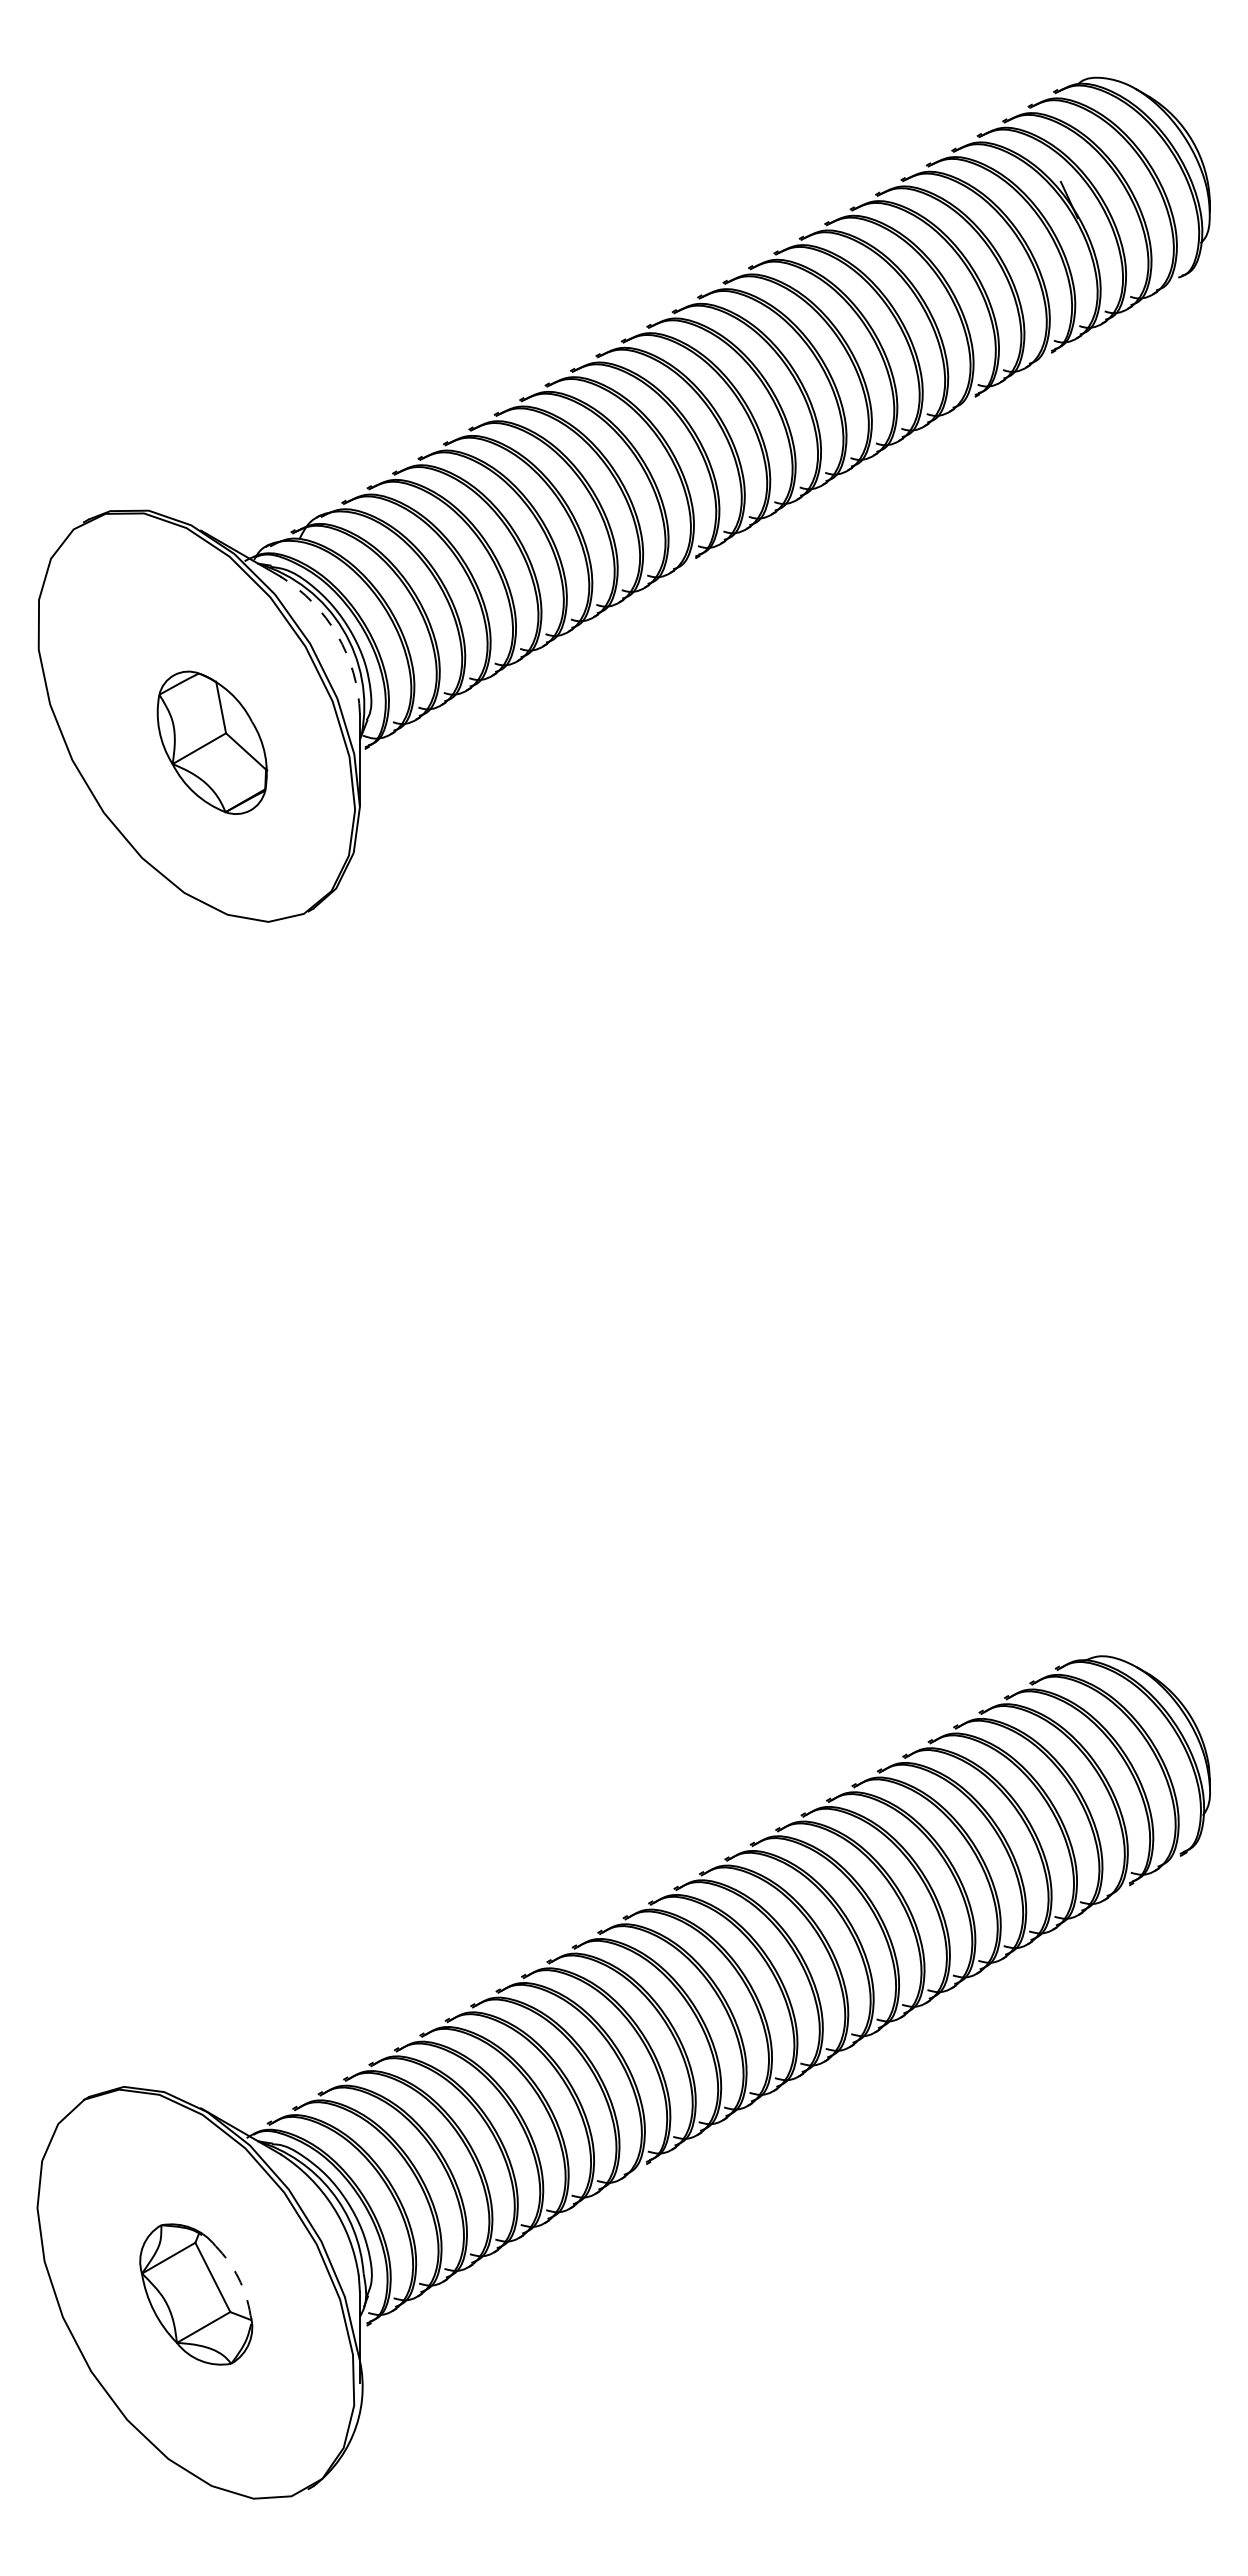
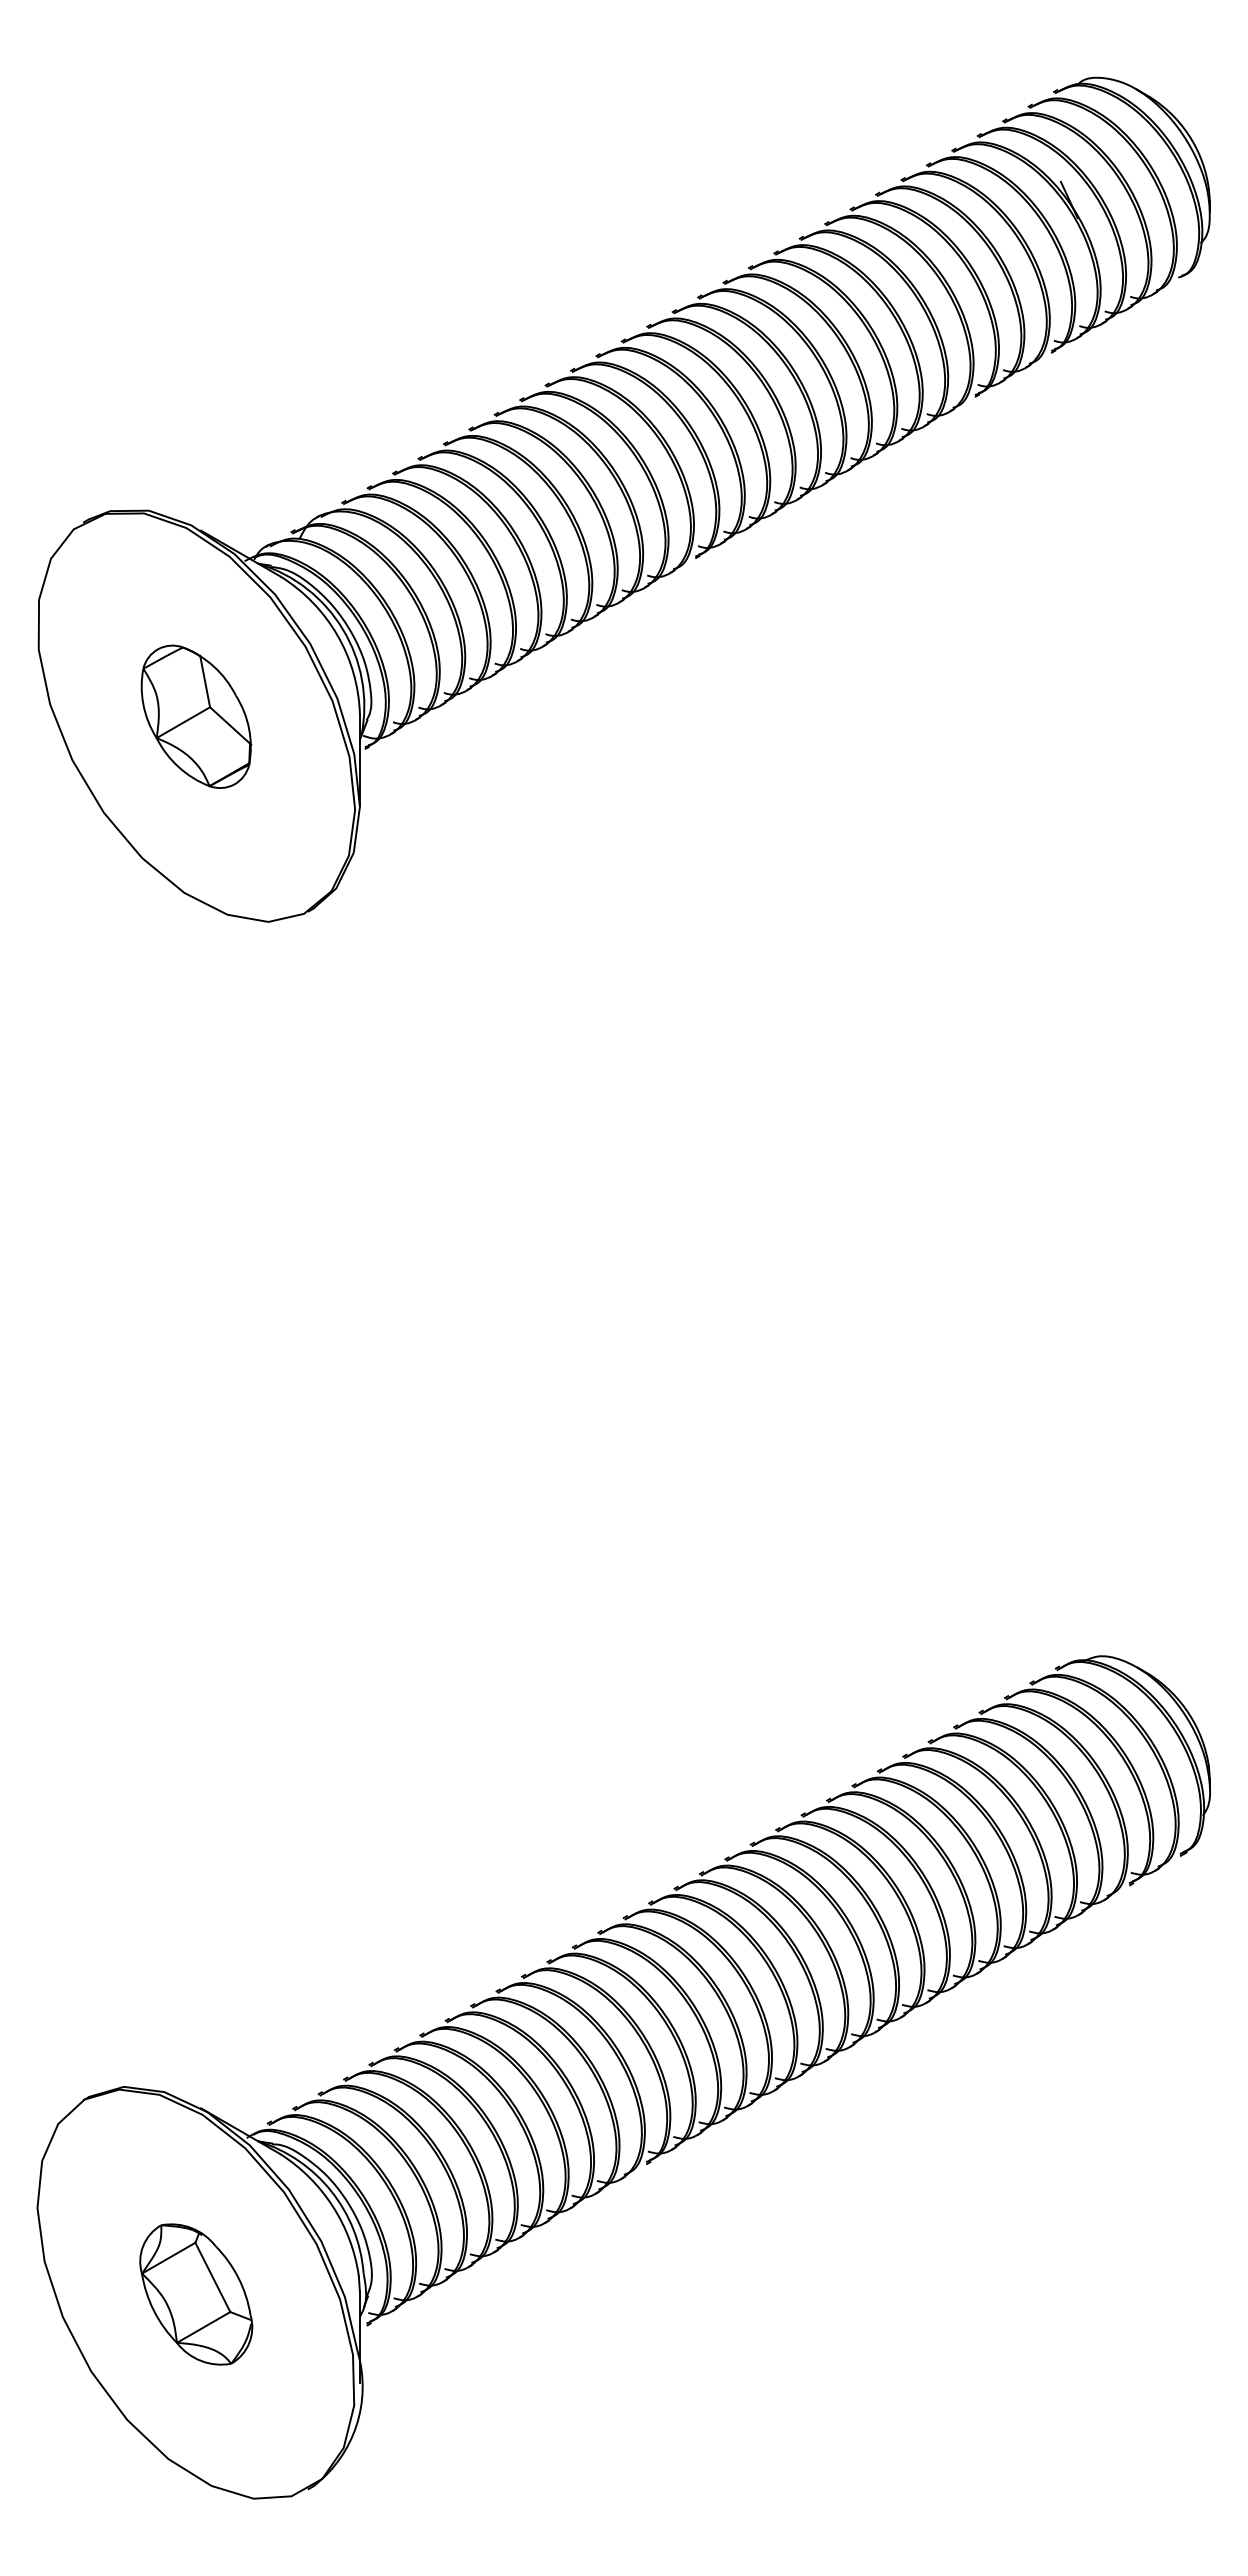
arc at (337, 635): dashed -> solid
part at (212, 742) position: (212, 742) -> (196, 716)
arc at (238, 2278): dashed -> solid
